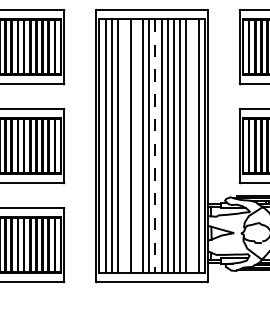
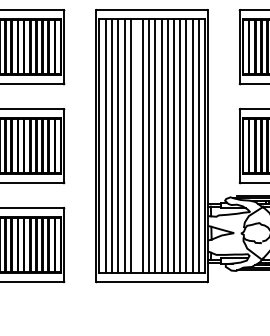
line at (124, 145): none -> present
line at (192, 145): none -> present
line at (155, 146): dashed -> solid
